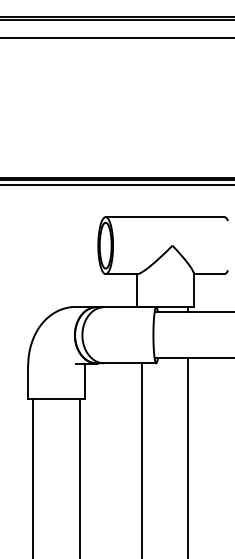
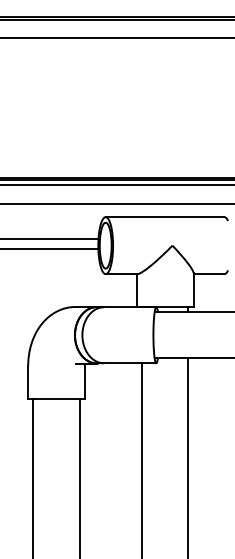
line at (116, 204): none -> present
line at (50, 239): none -> present
line at (50, 249): none -> present
